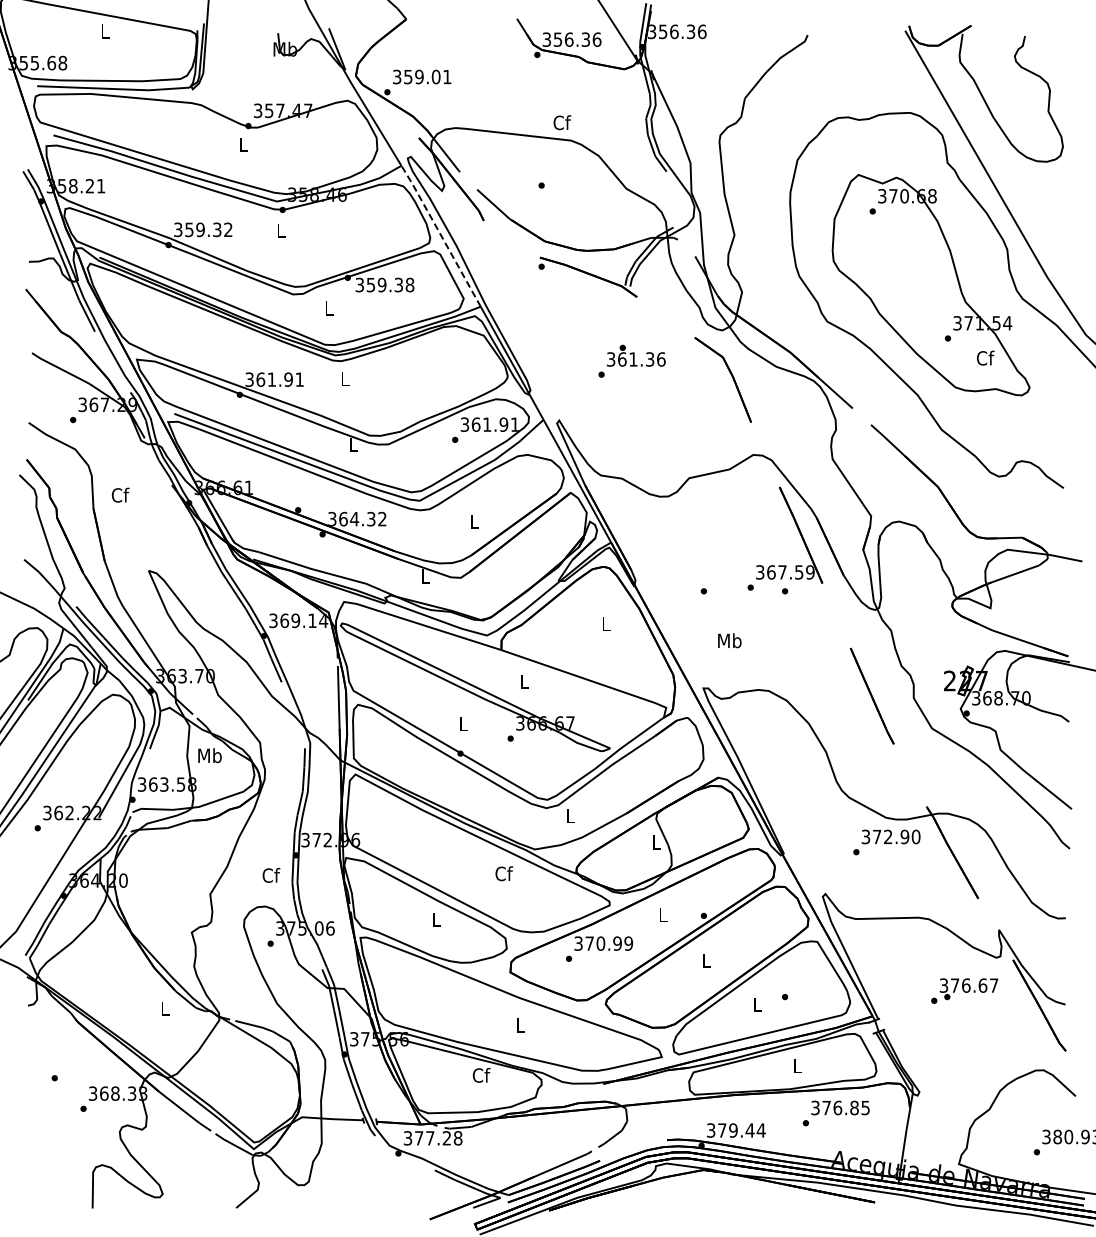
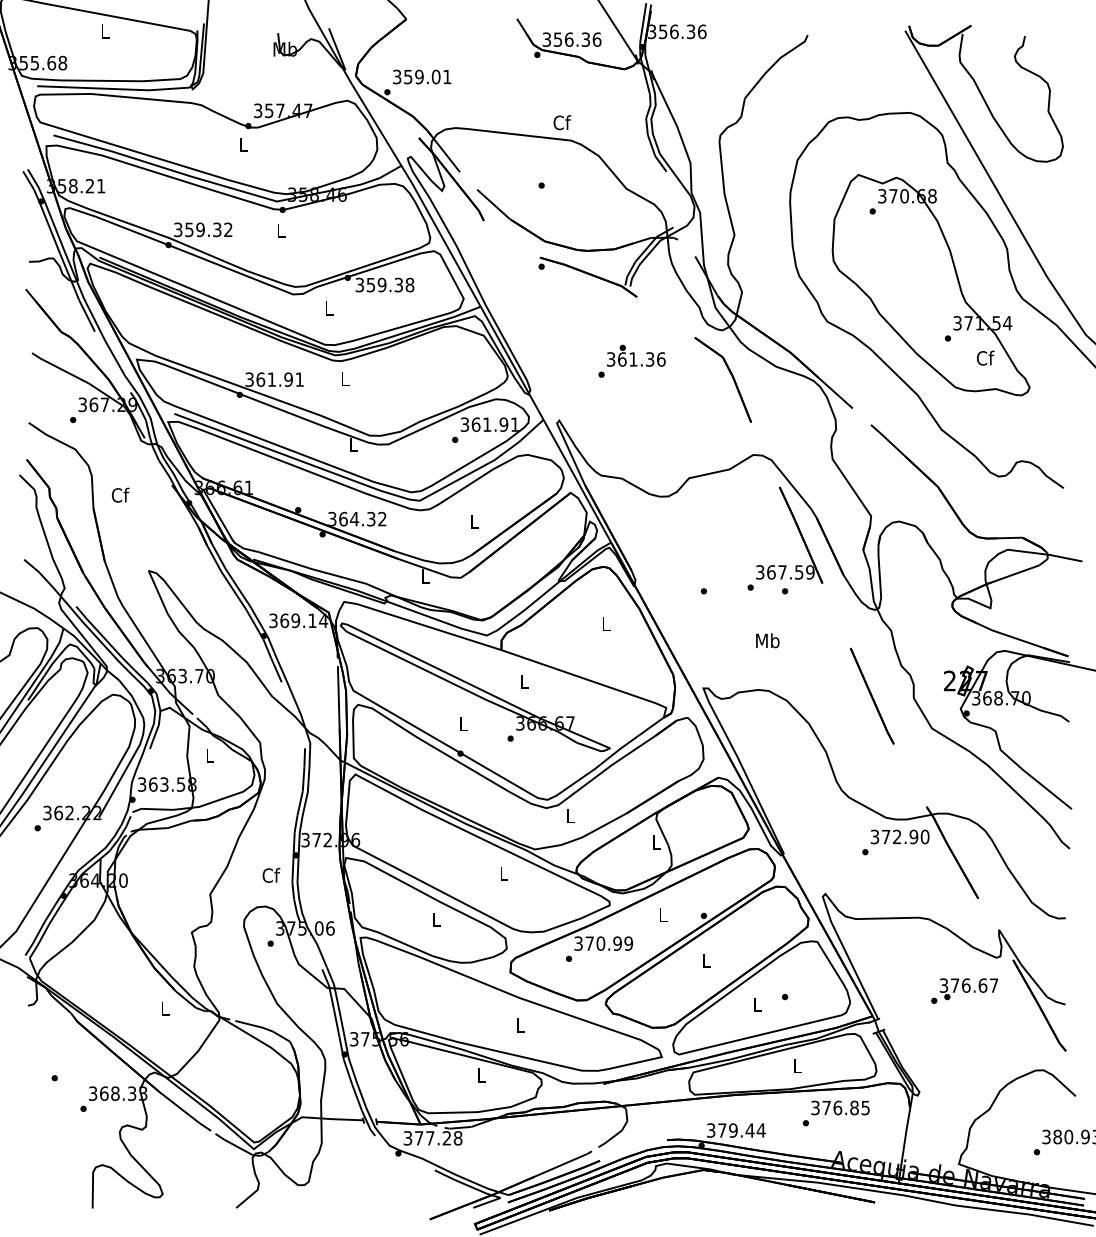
line at (441, 235): dashed -> solid
text at (729, 640) position: (729, 640) -> (767, 640)
text at (209, 755): Mb -> L
text at (886, 842) position: (886, 842) -> (895, 842)
text at (504, 873): Cf -> L
text at (481, 1074): Cf -> L
